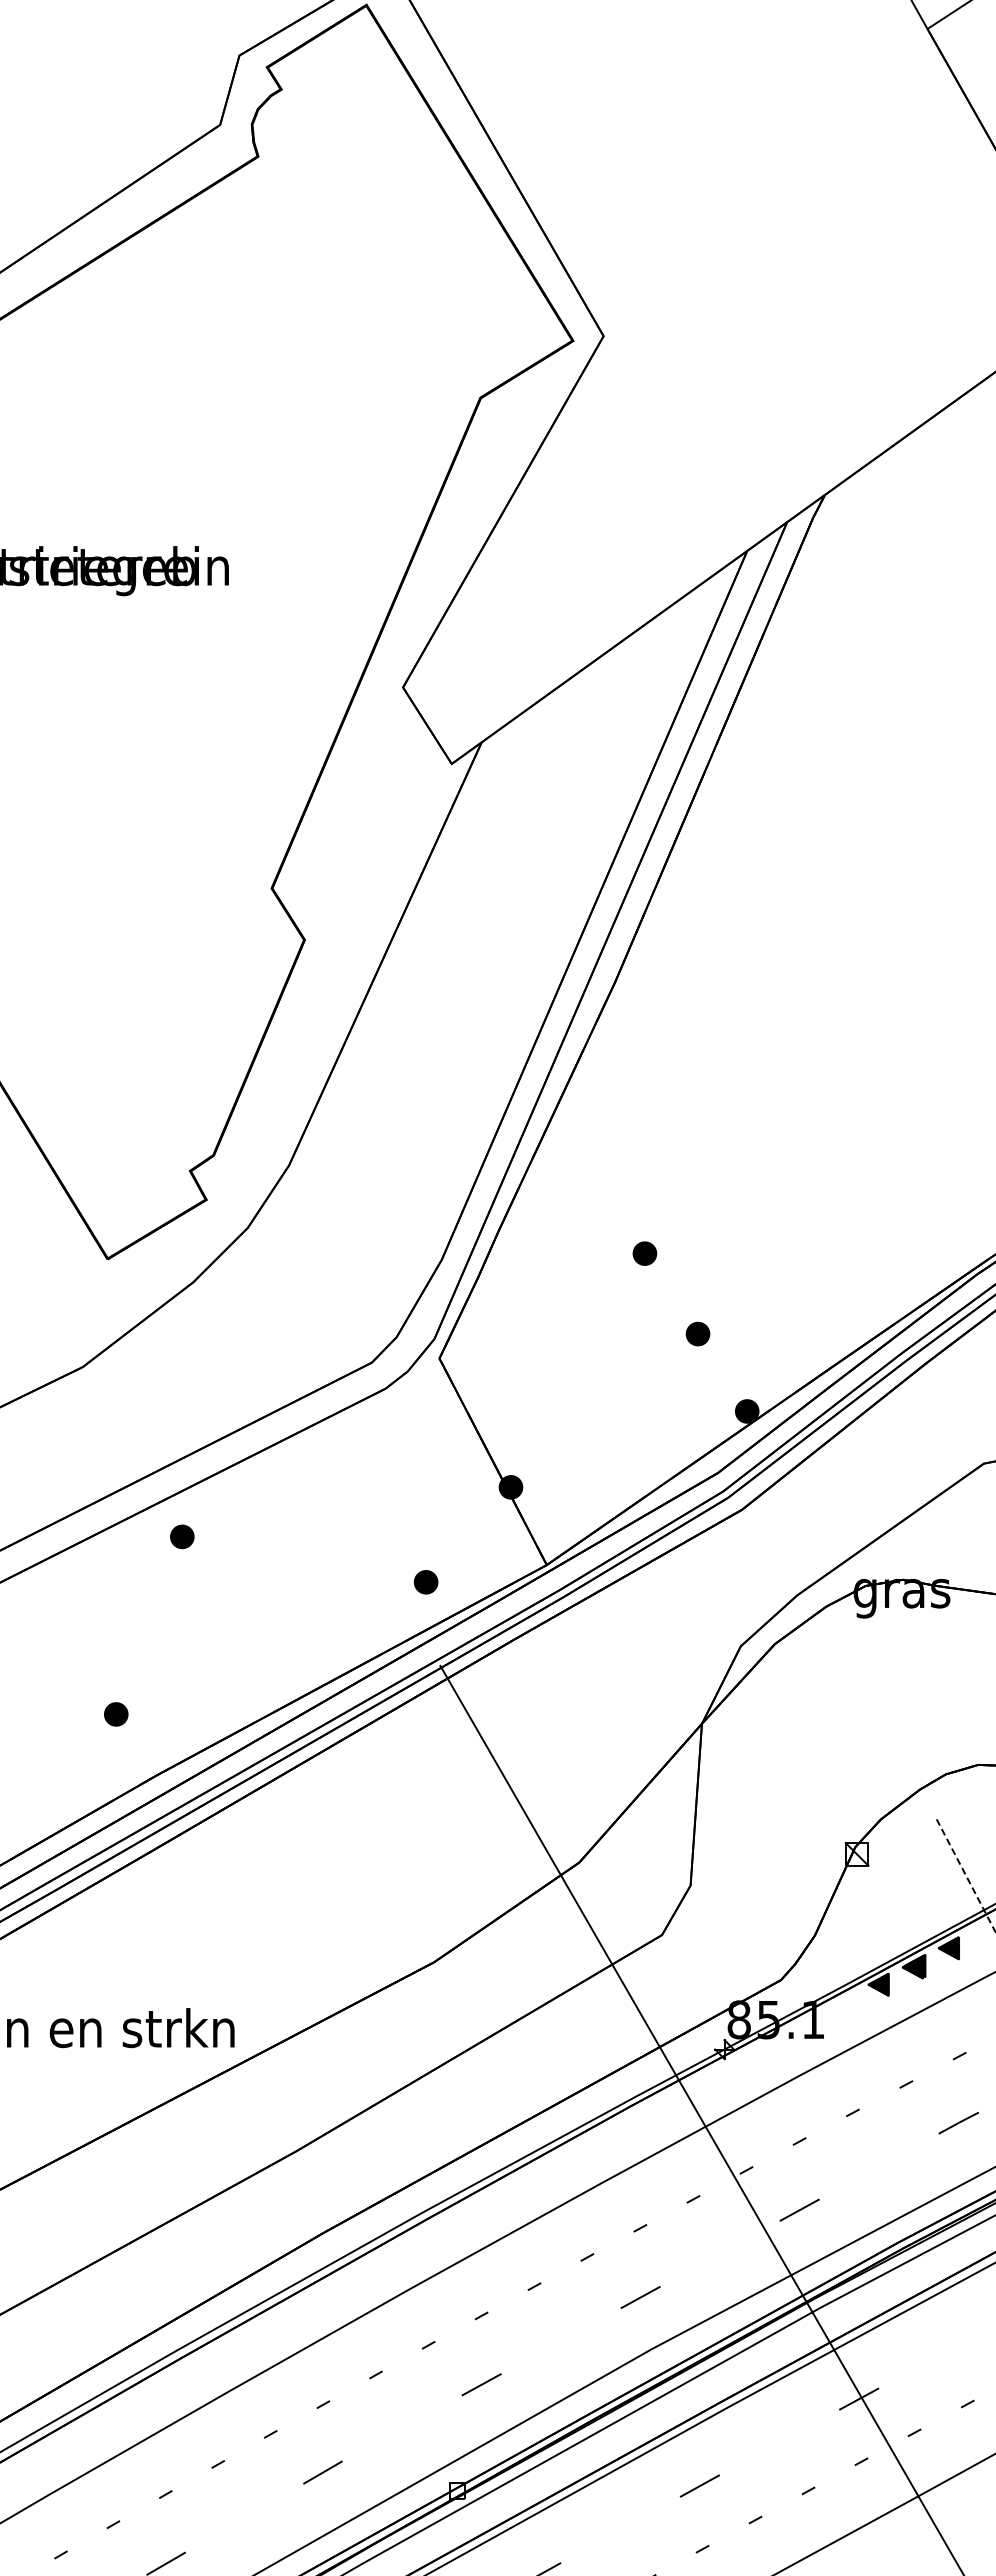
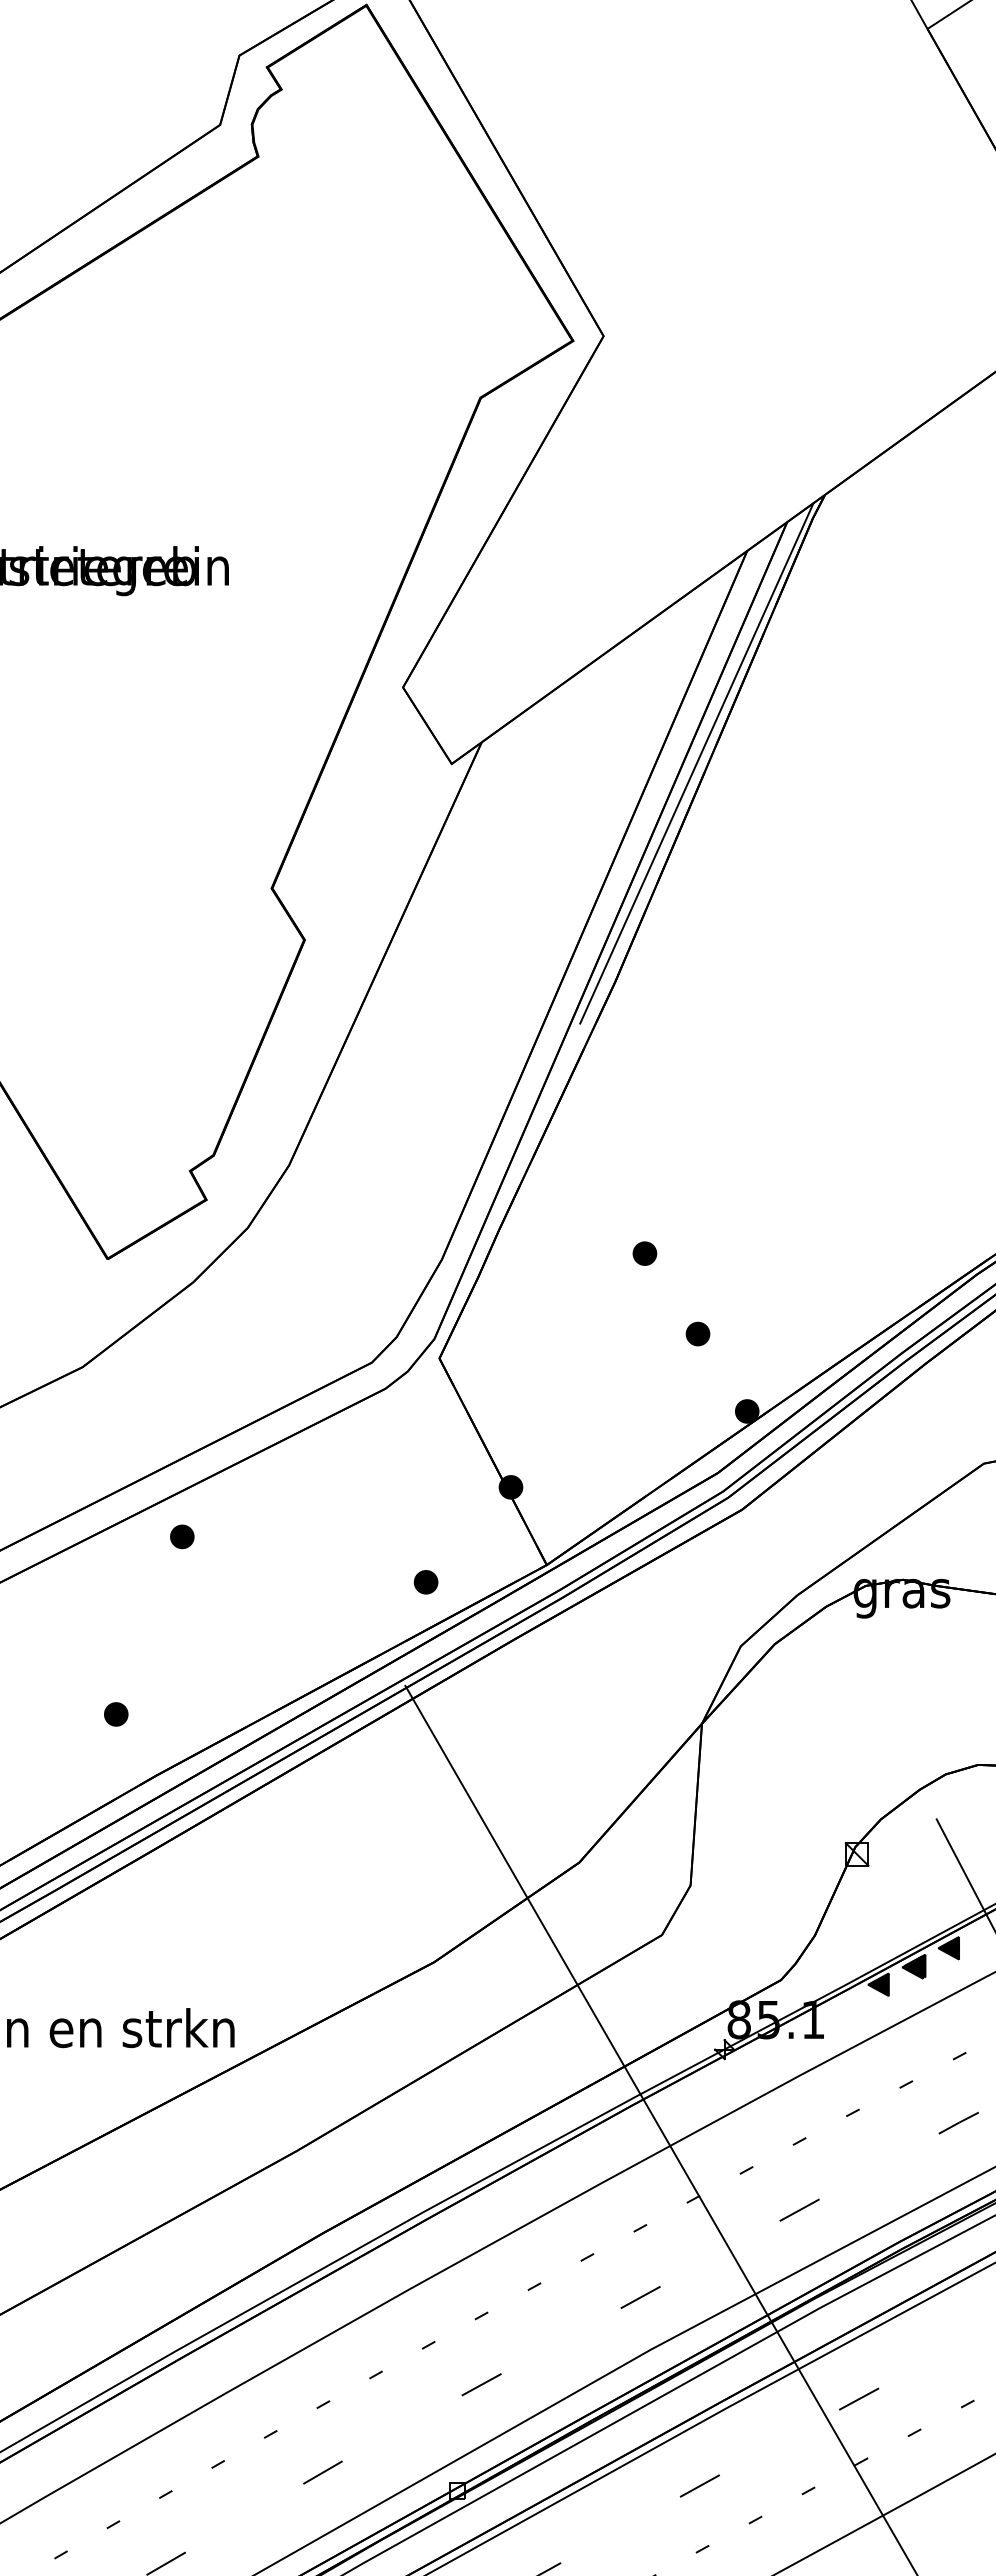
line at (696, 763): none -> present
line at (966, 1876): dashed -> solid
line at (701, 2118) position: (701, 2118) -> (660, 2128)
